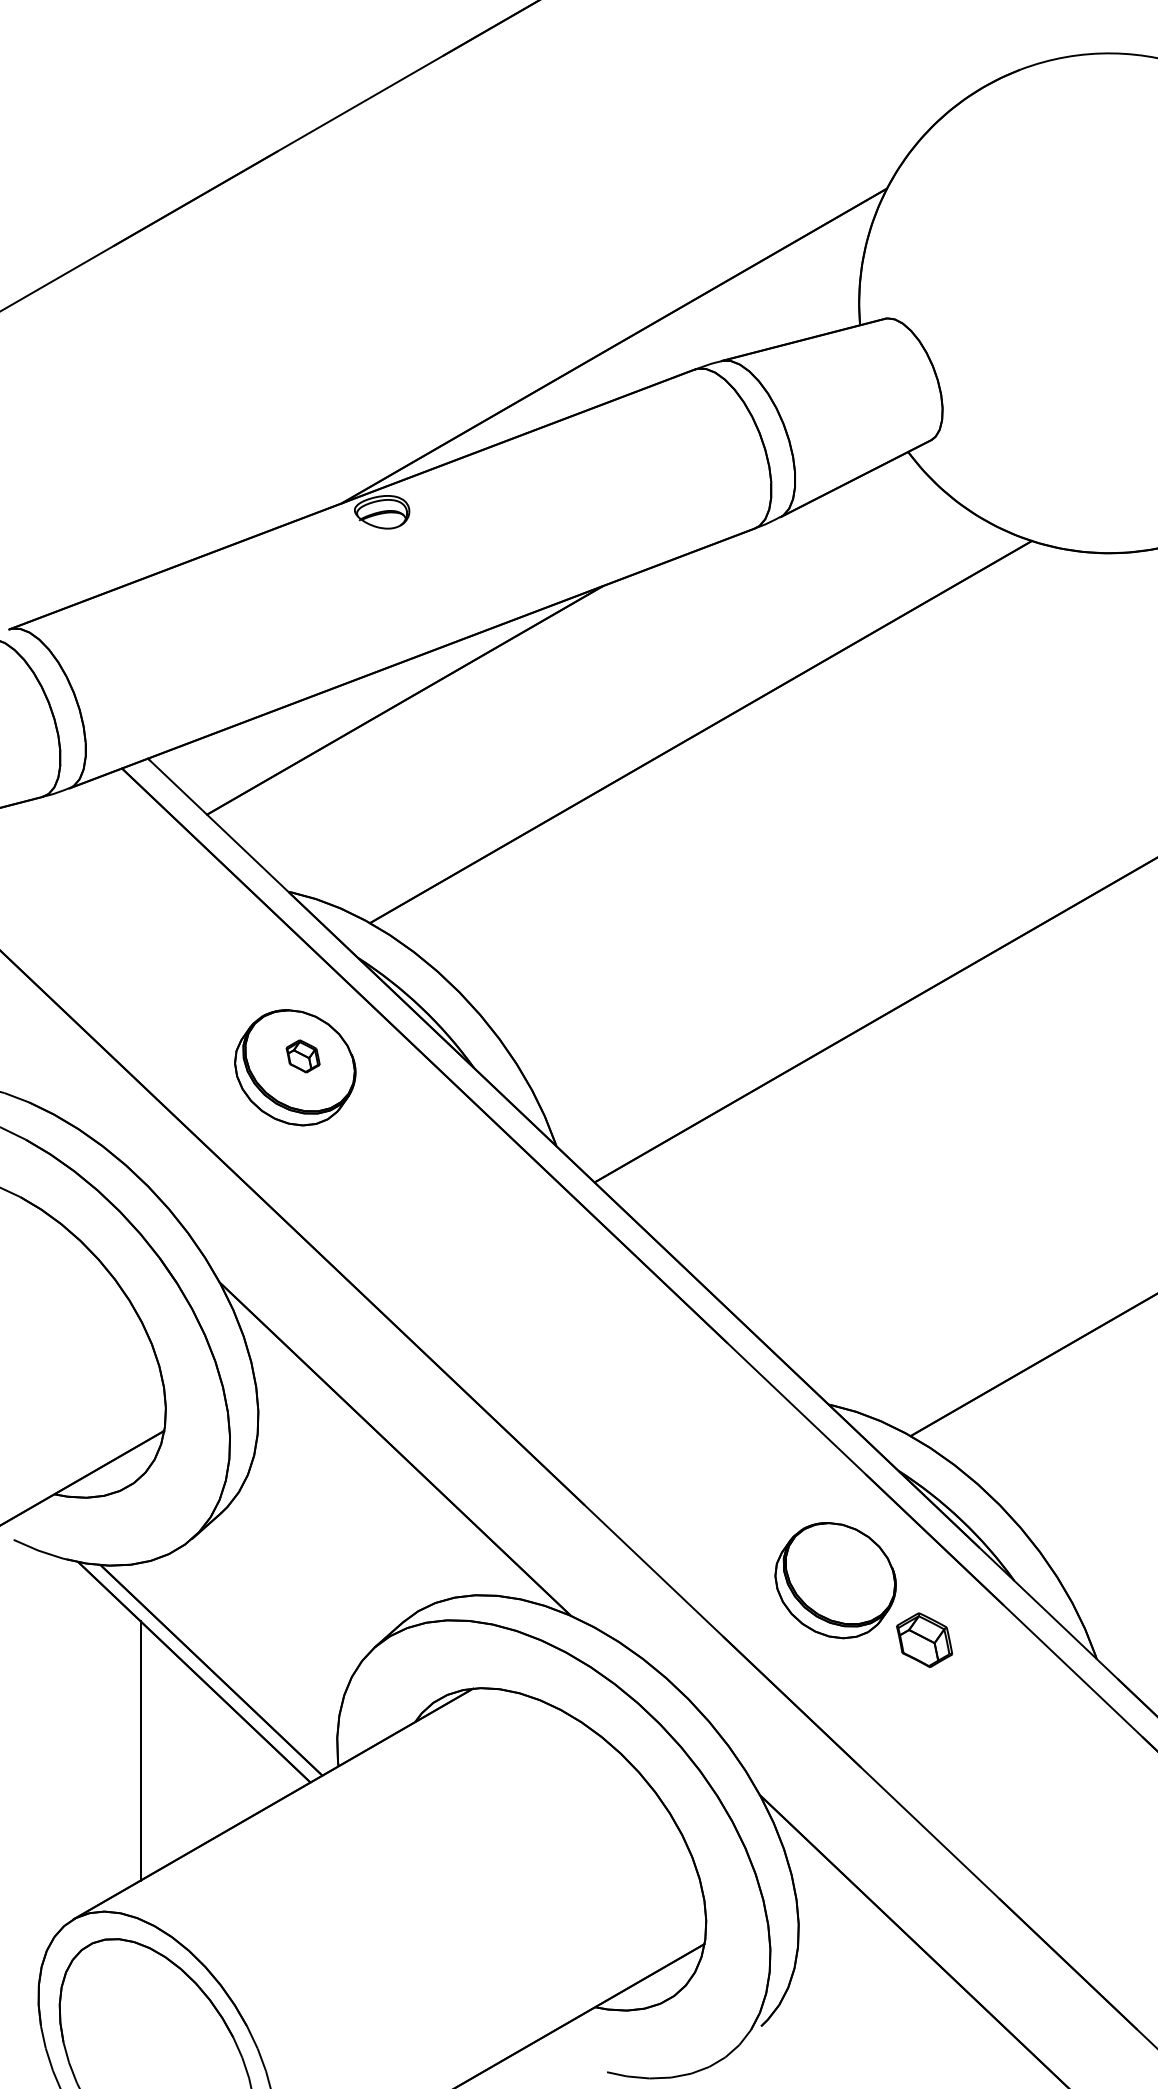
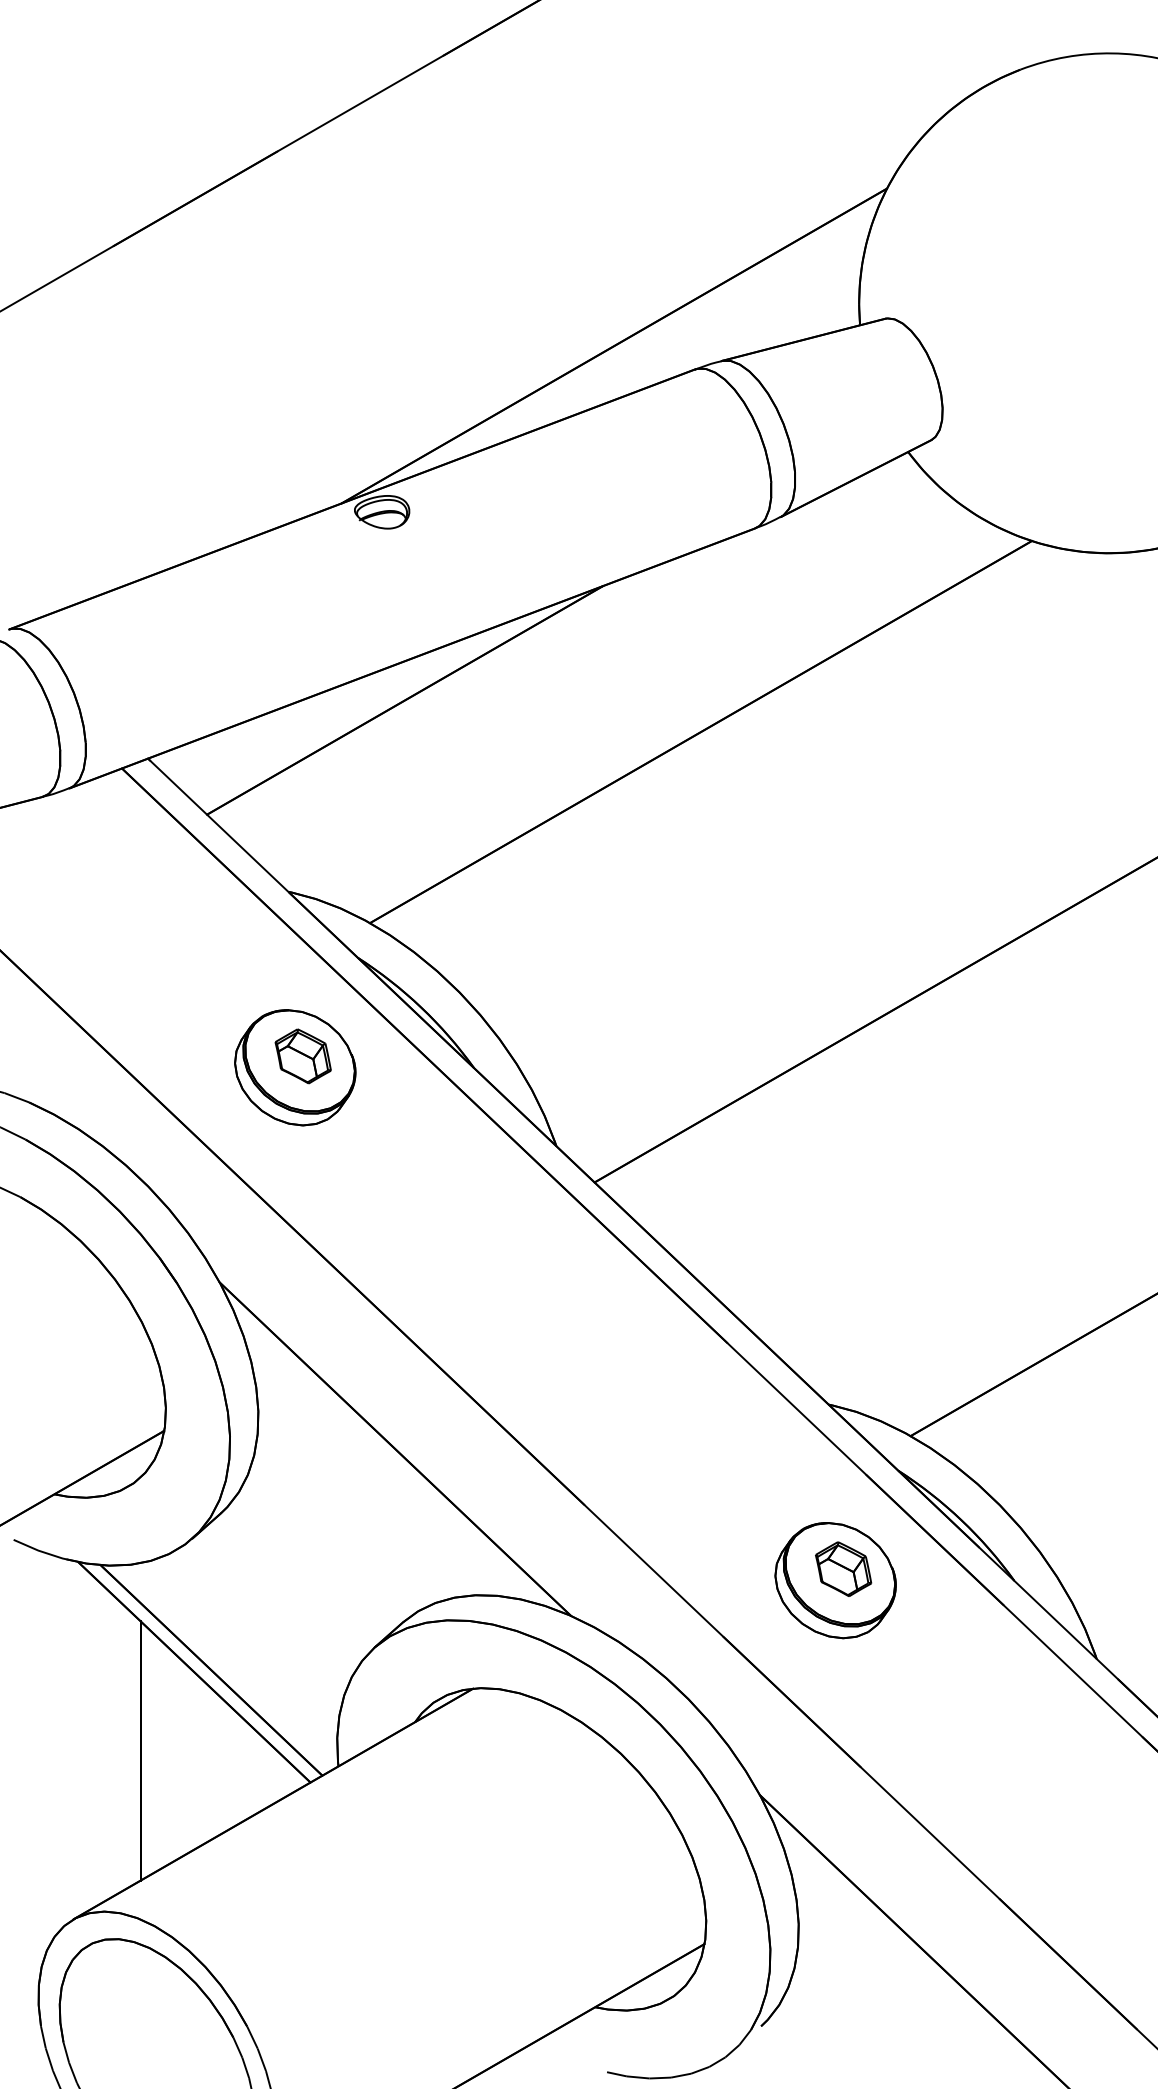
part at (302, 1056) size: 36x35 px -> 58x57 px
part at (924, 1639) position: (924, 1639) -> (843, 1568)
